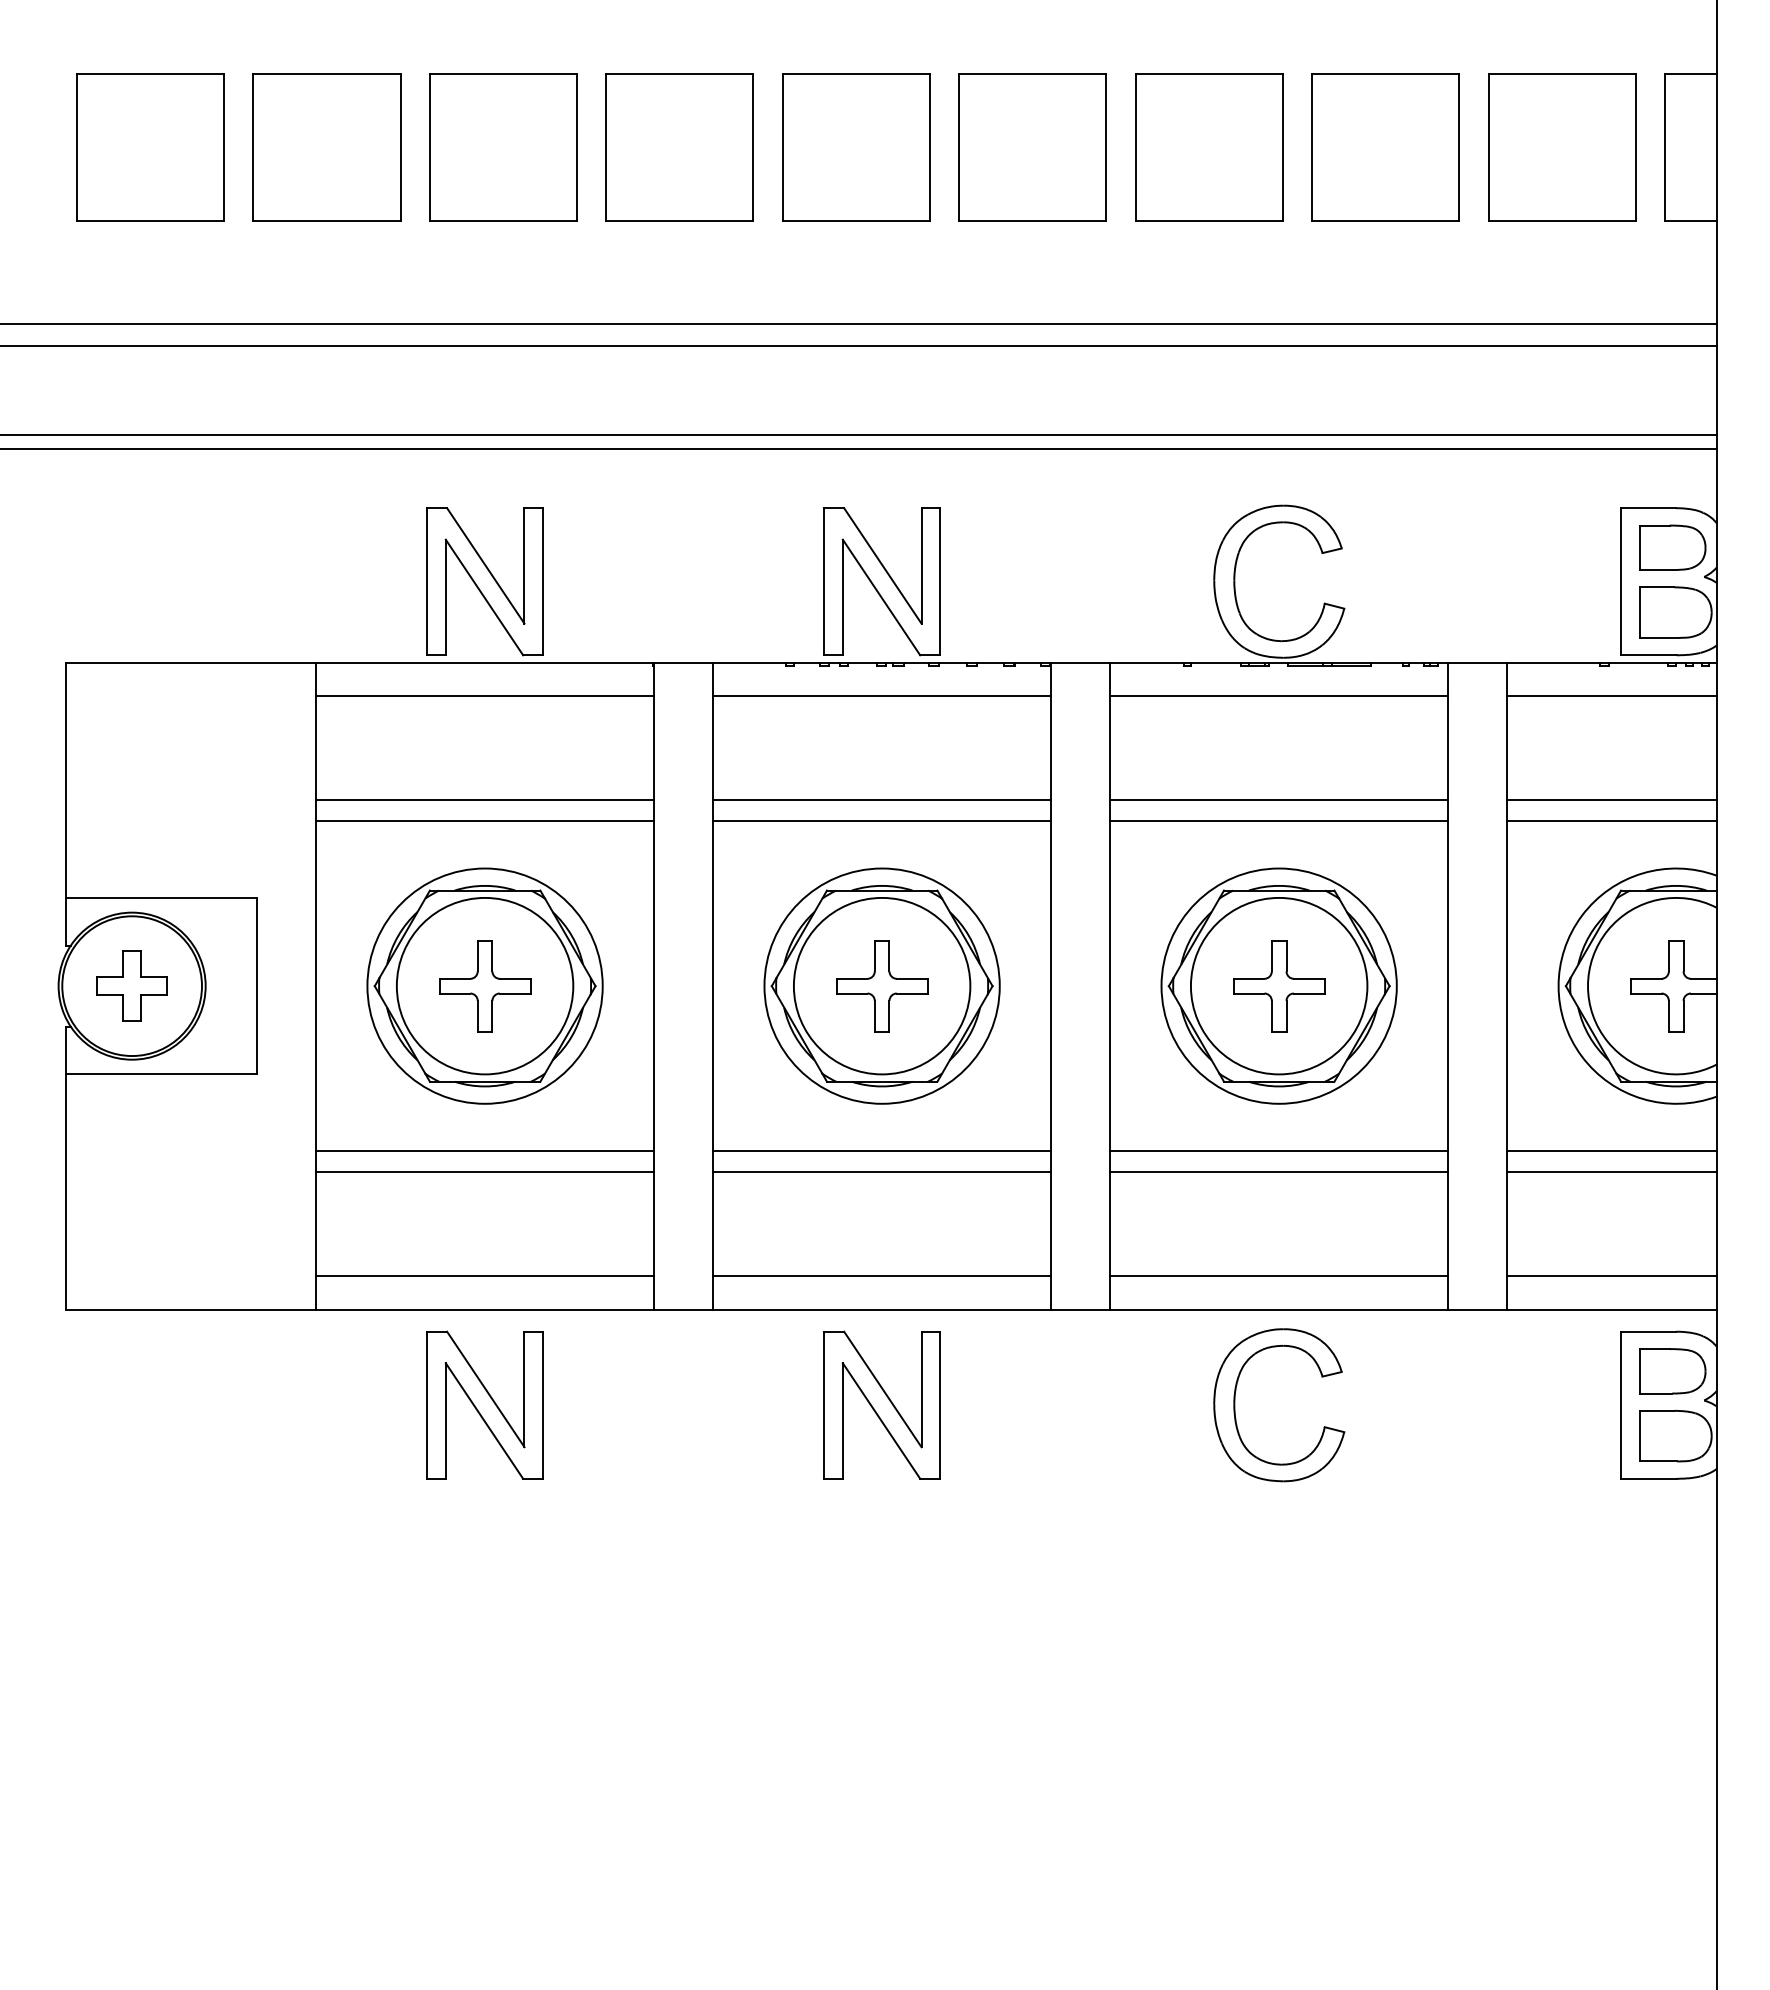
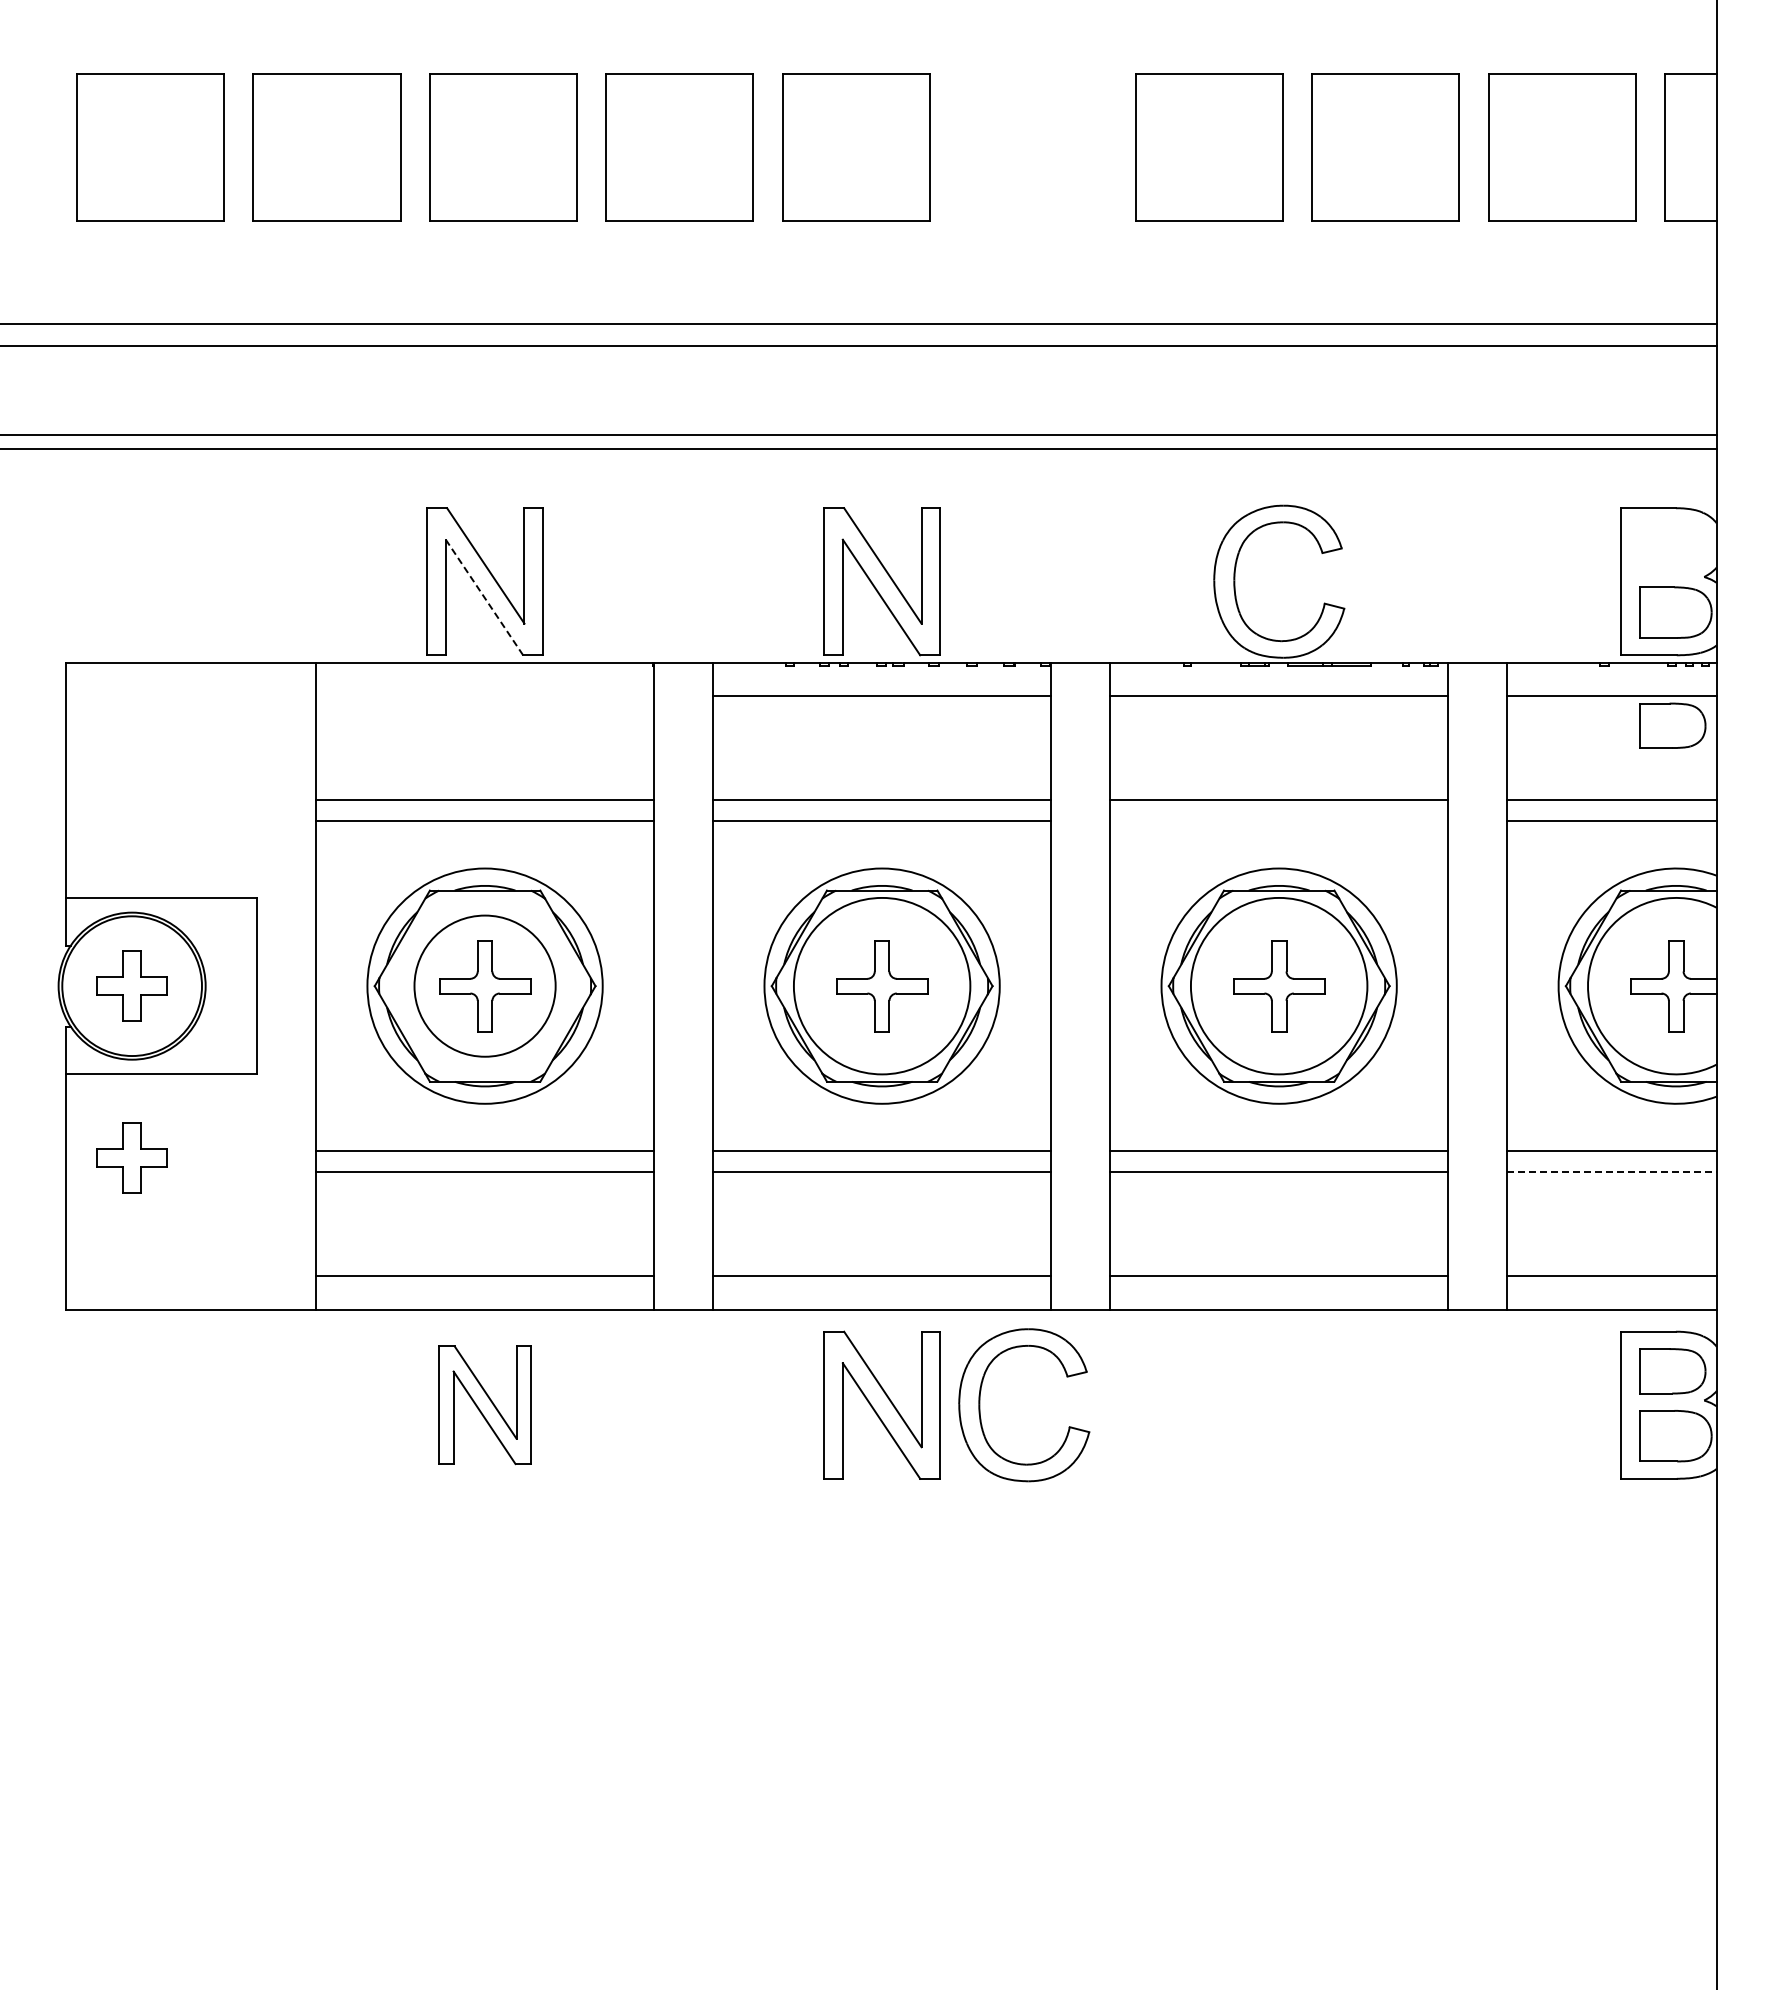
part at (1032, 147): present -> none
part at (1672, 547) position: (1672, 547) -> (1672, 725)
line at (484, 597): solid -> dashed
line at (484, 696): present -> none
line at (1279, 821): present -> none
circle at (484, 985) diameter: 176 px -> 141 px
part at (131, 1157): none -> present
line at (1611, 1171): solid -> dashed
part at (484, 1404) size: 118x150 px -> 94x121 px
part at (1235, 1405) position: (1235, 1405) -> (980, 1405)
